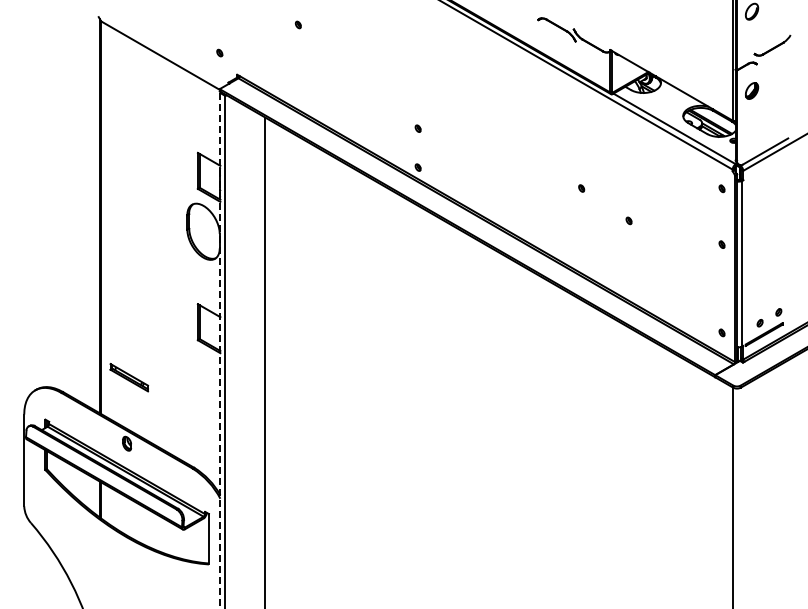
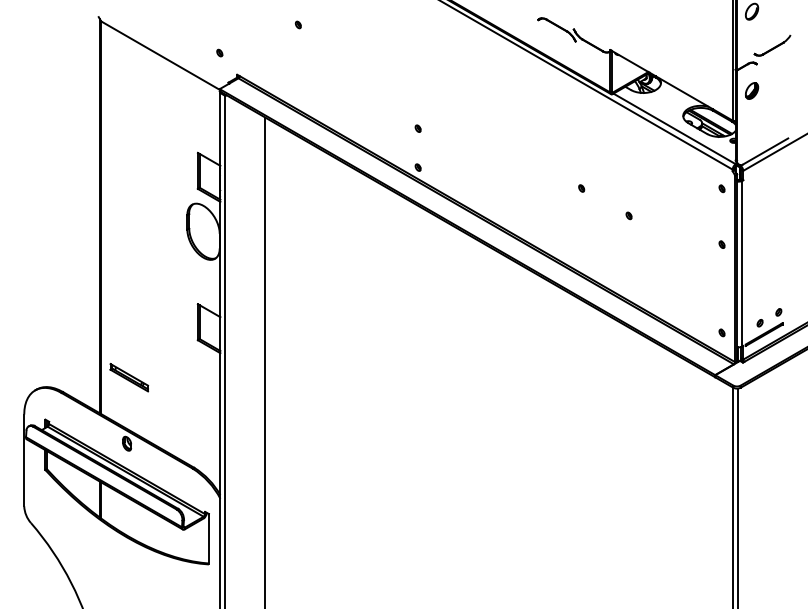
part at (628, 220) position: (628, 220) -> (628, 215)
line at (220, 350): dashed -> solid
line at (738, 496): none -> present
